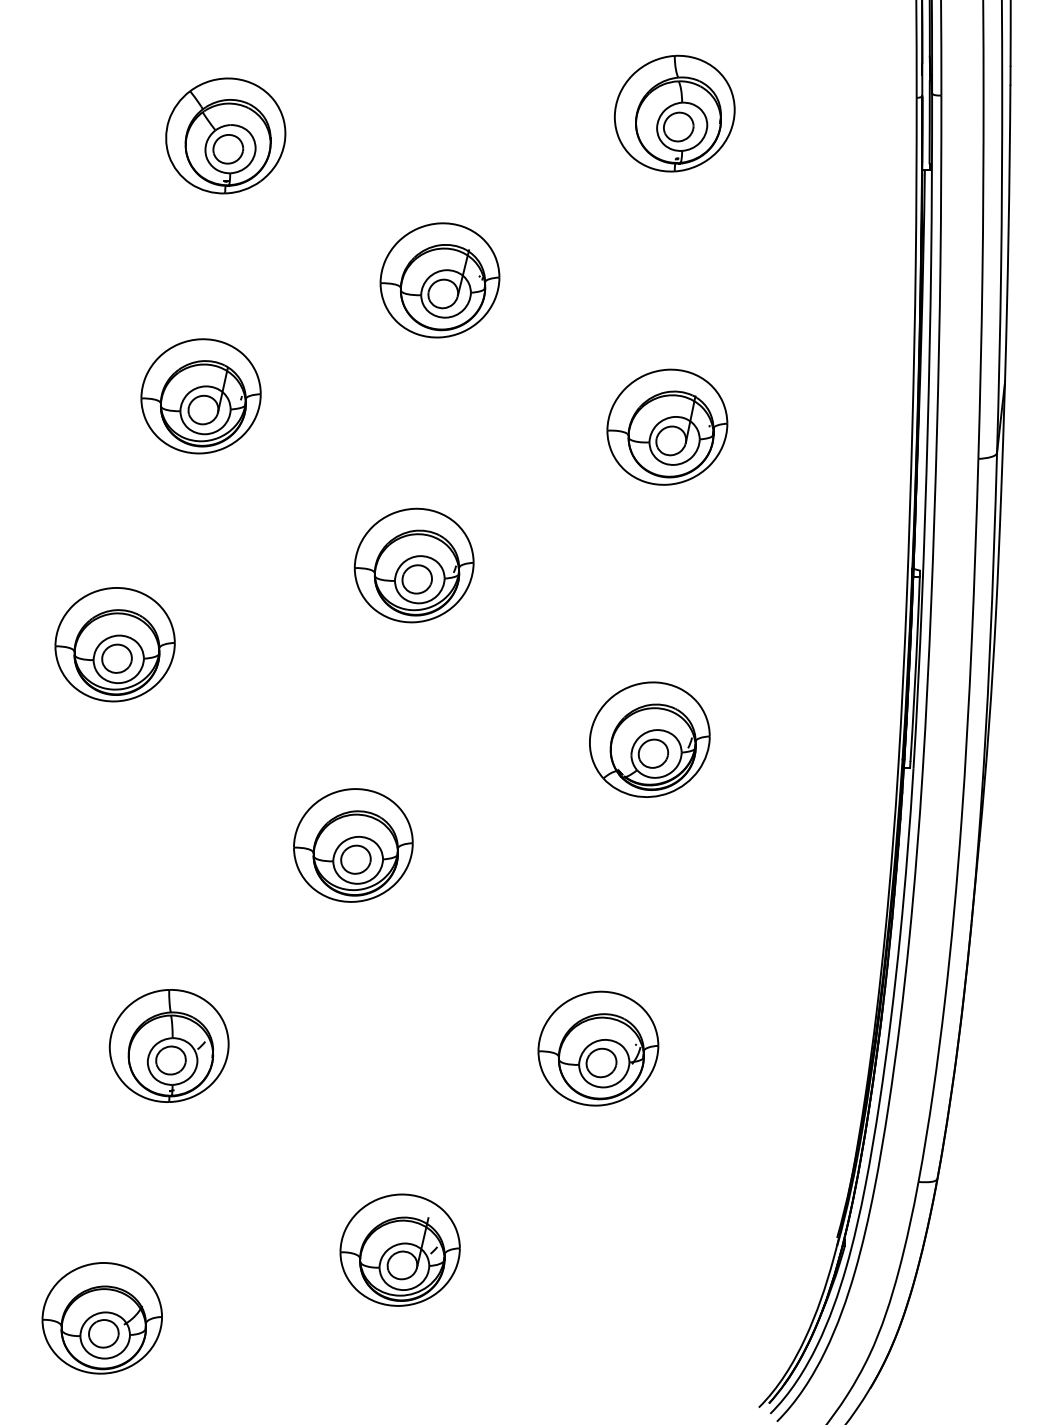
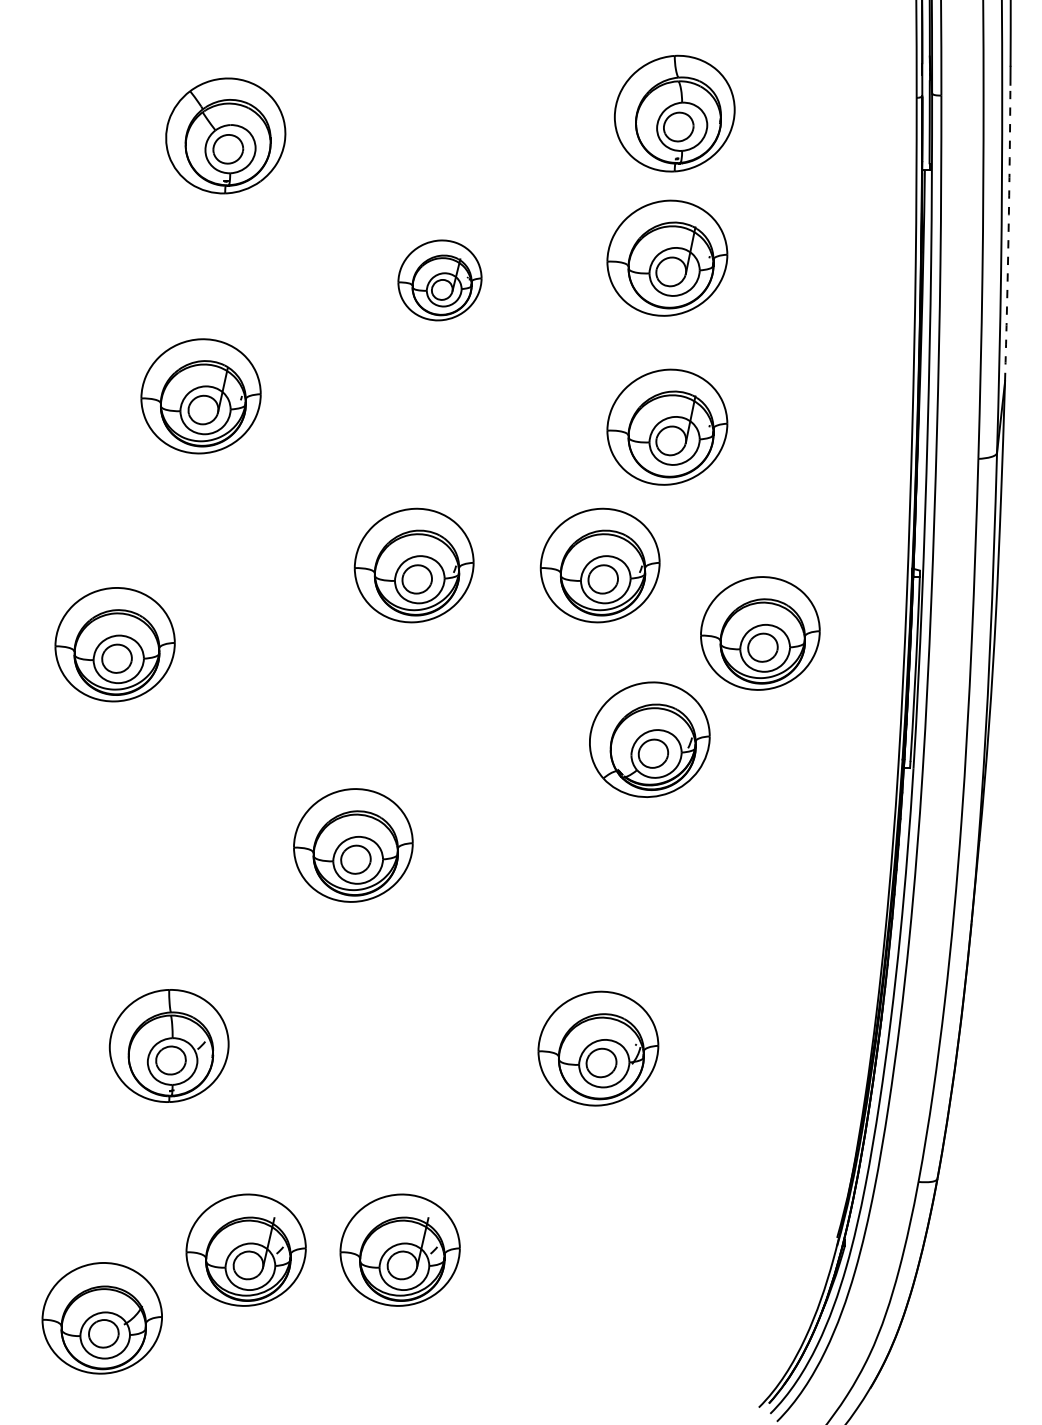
arc at (1008, 232): solid -> dashed
part at (667, 257): none -> present
part at (439, 280) size: 122x117 px -> 86x83 px
part at (599, 565): none -> present
part at (760, 633): none -> present
part at (245, 1249): none -> present
